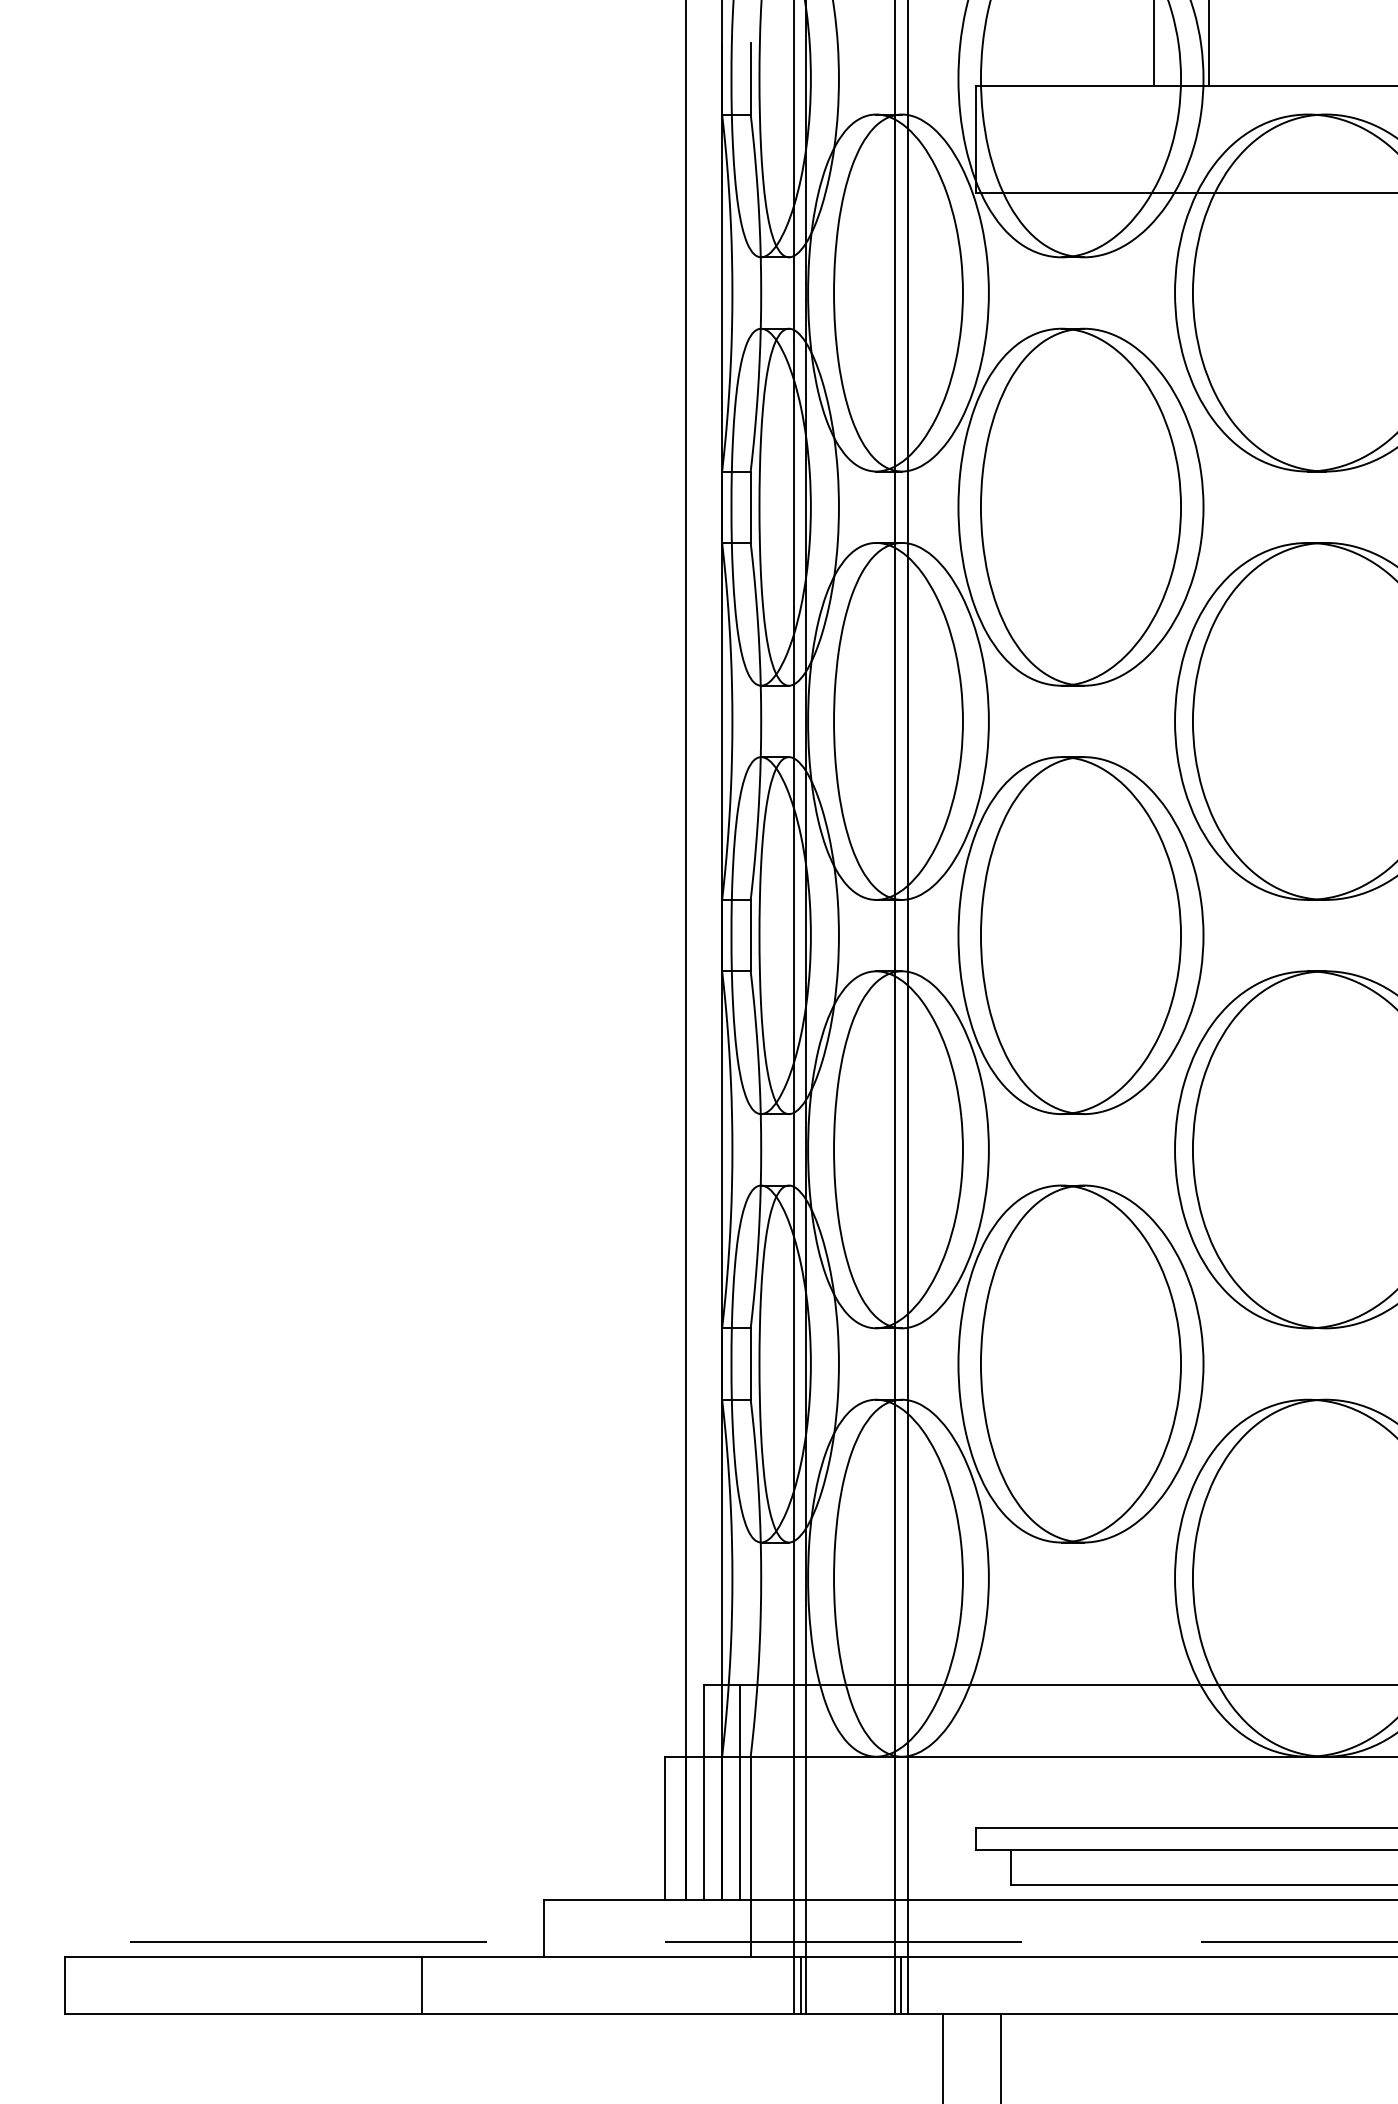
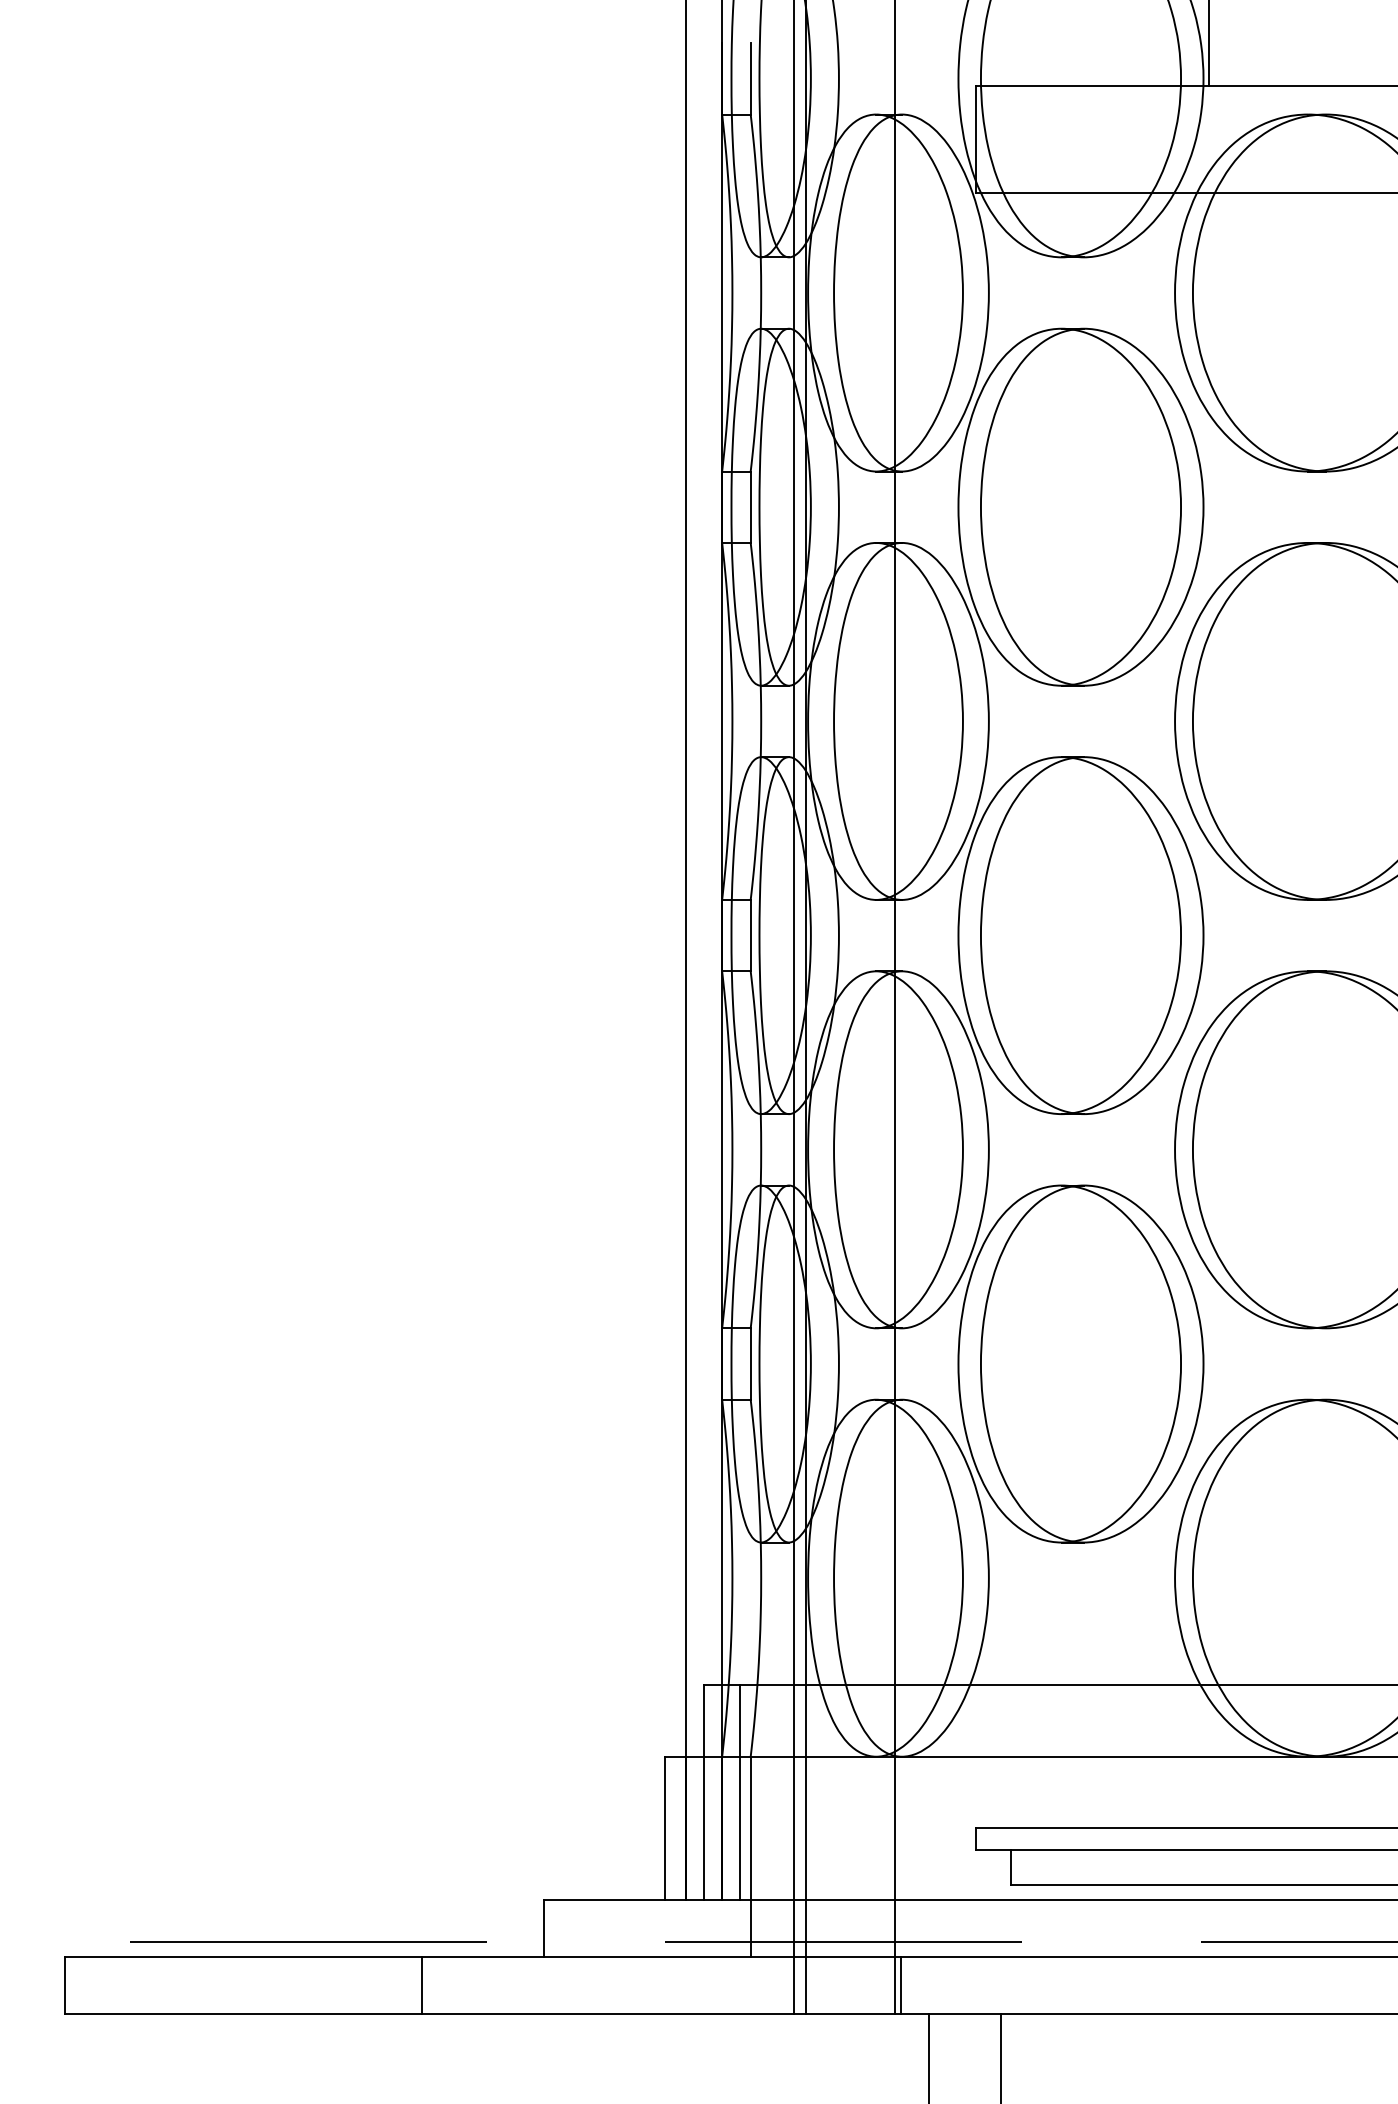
line at (1154, 44): present -> none
line at (907, 1007): present -> none
line at (800, 1984): present -> none
line at (943, 2056) position: (943, 2056) -> (929, 2056)
